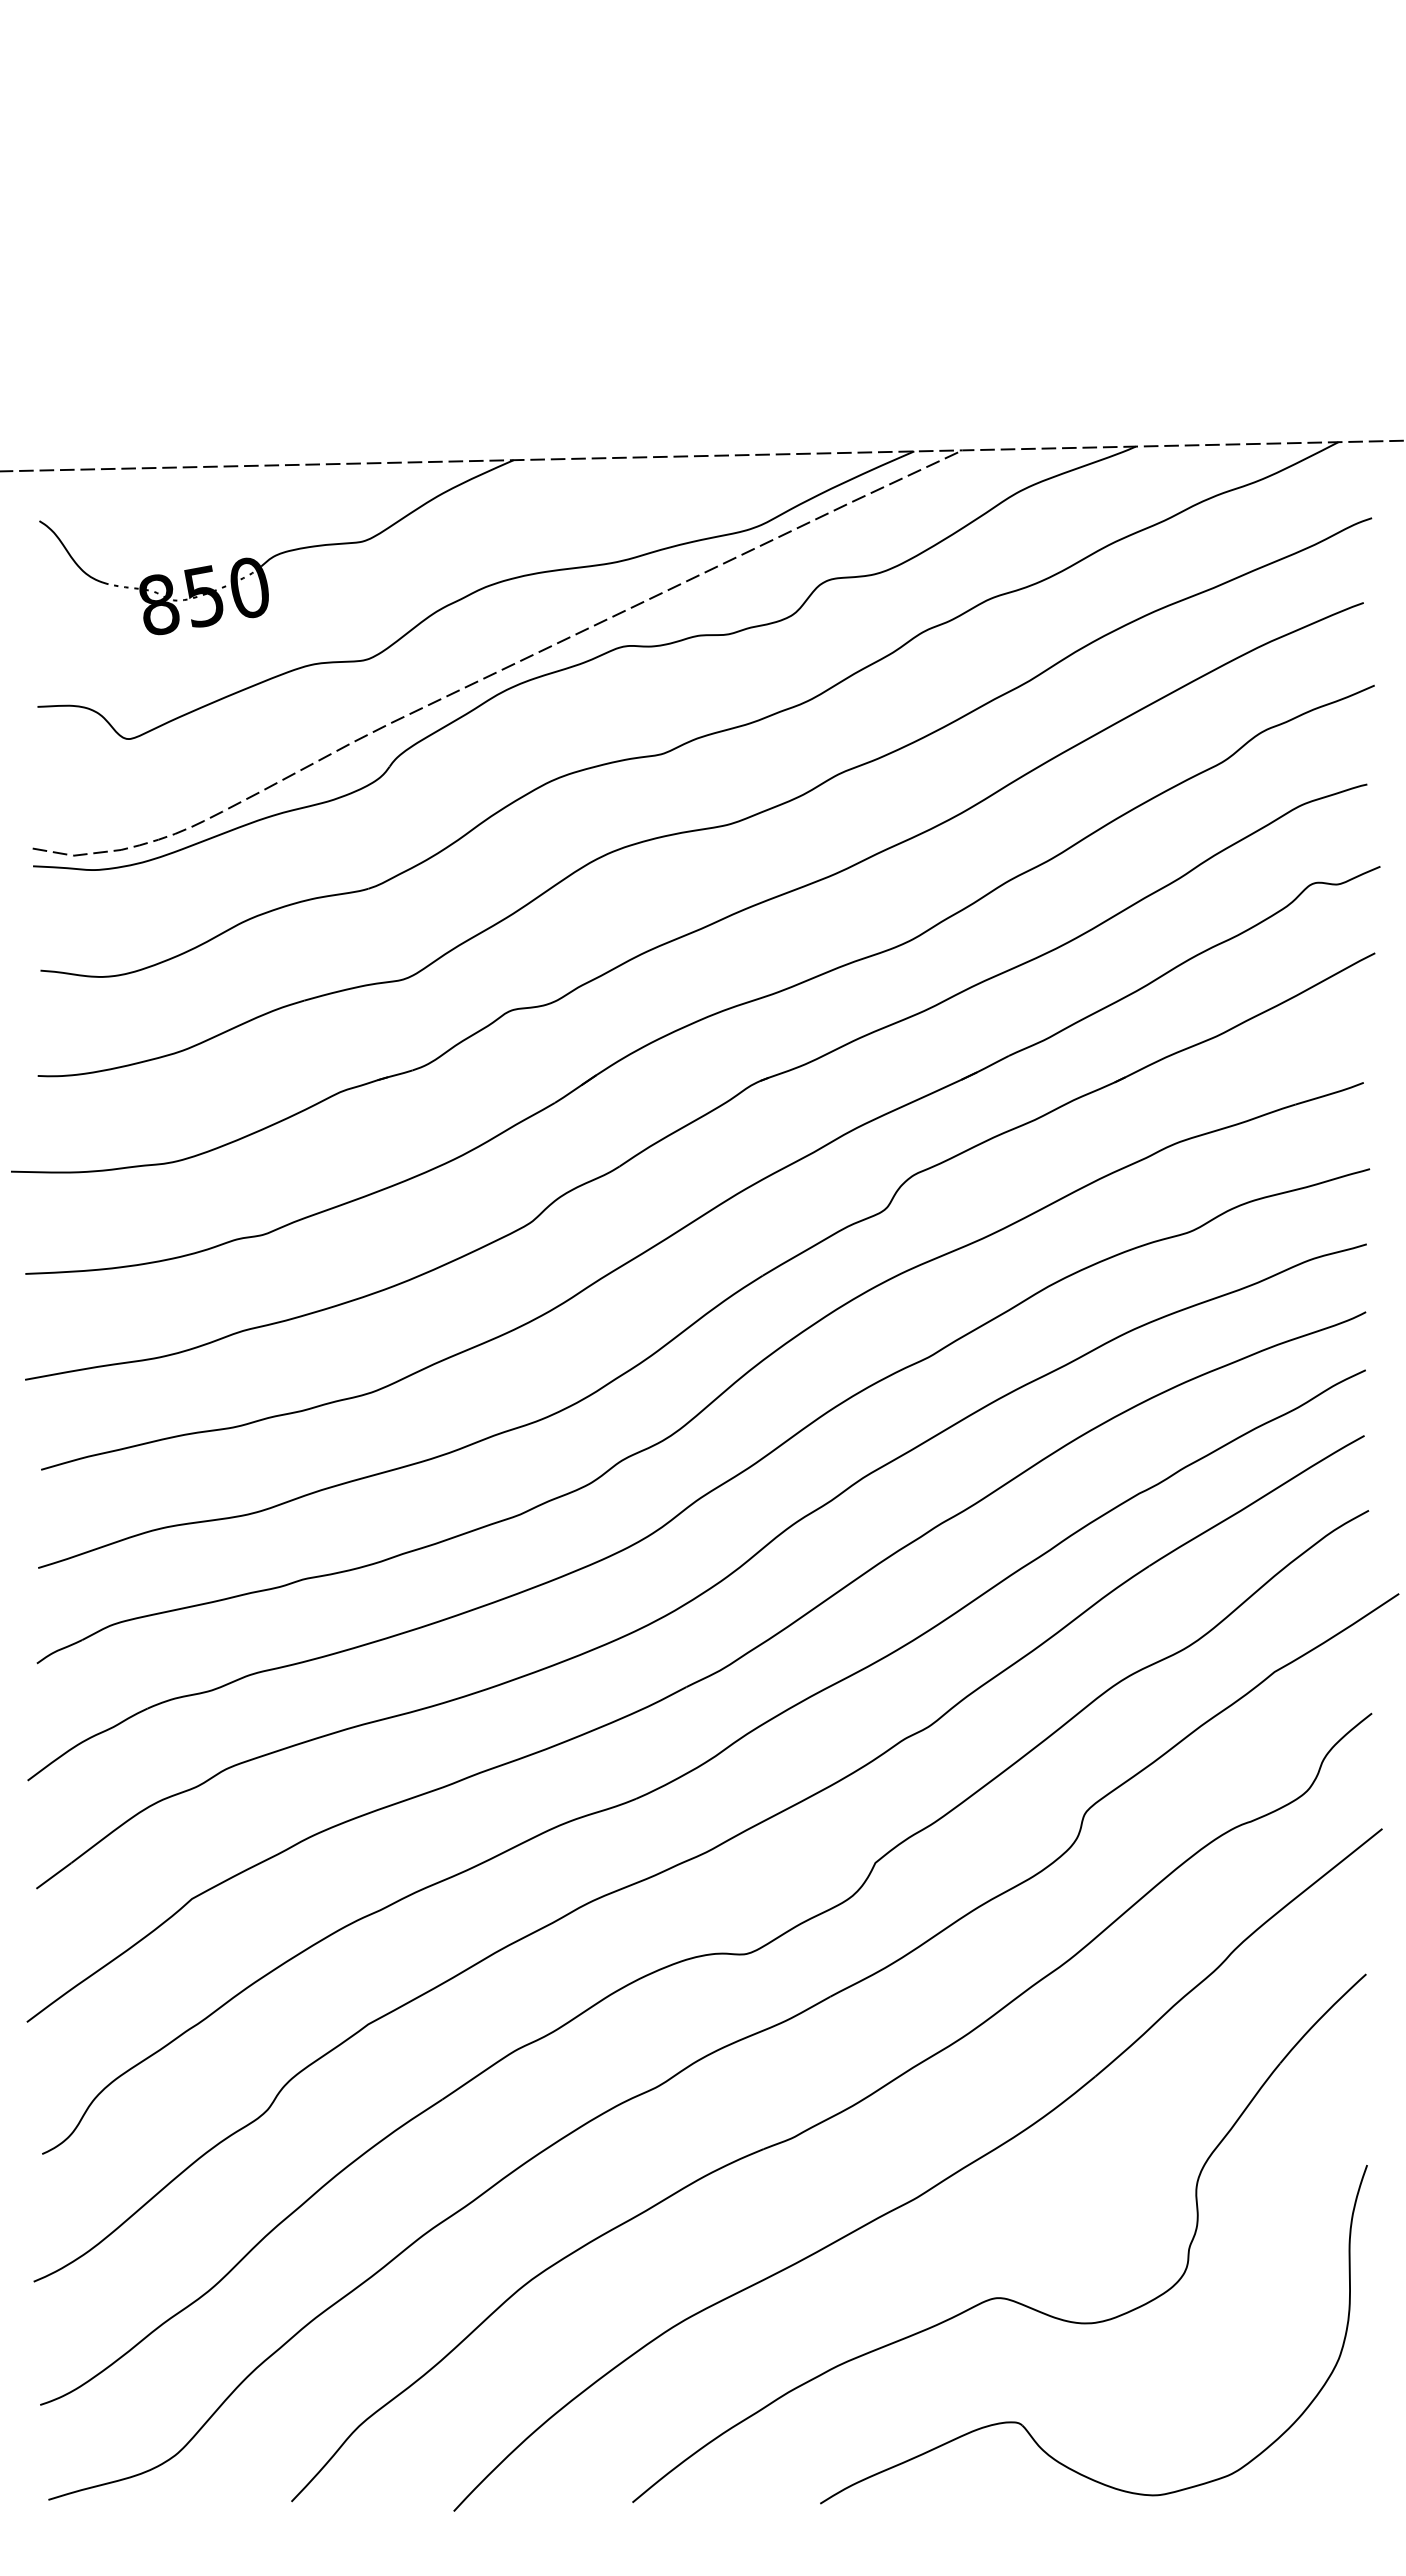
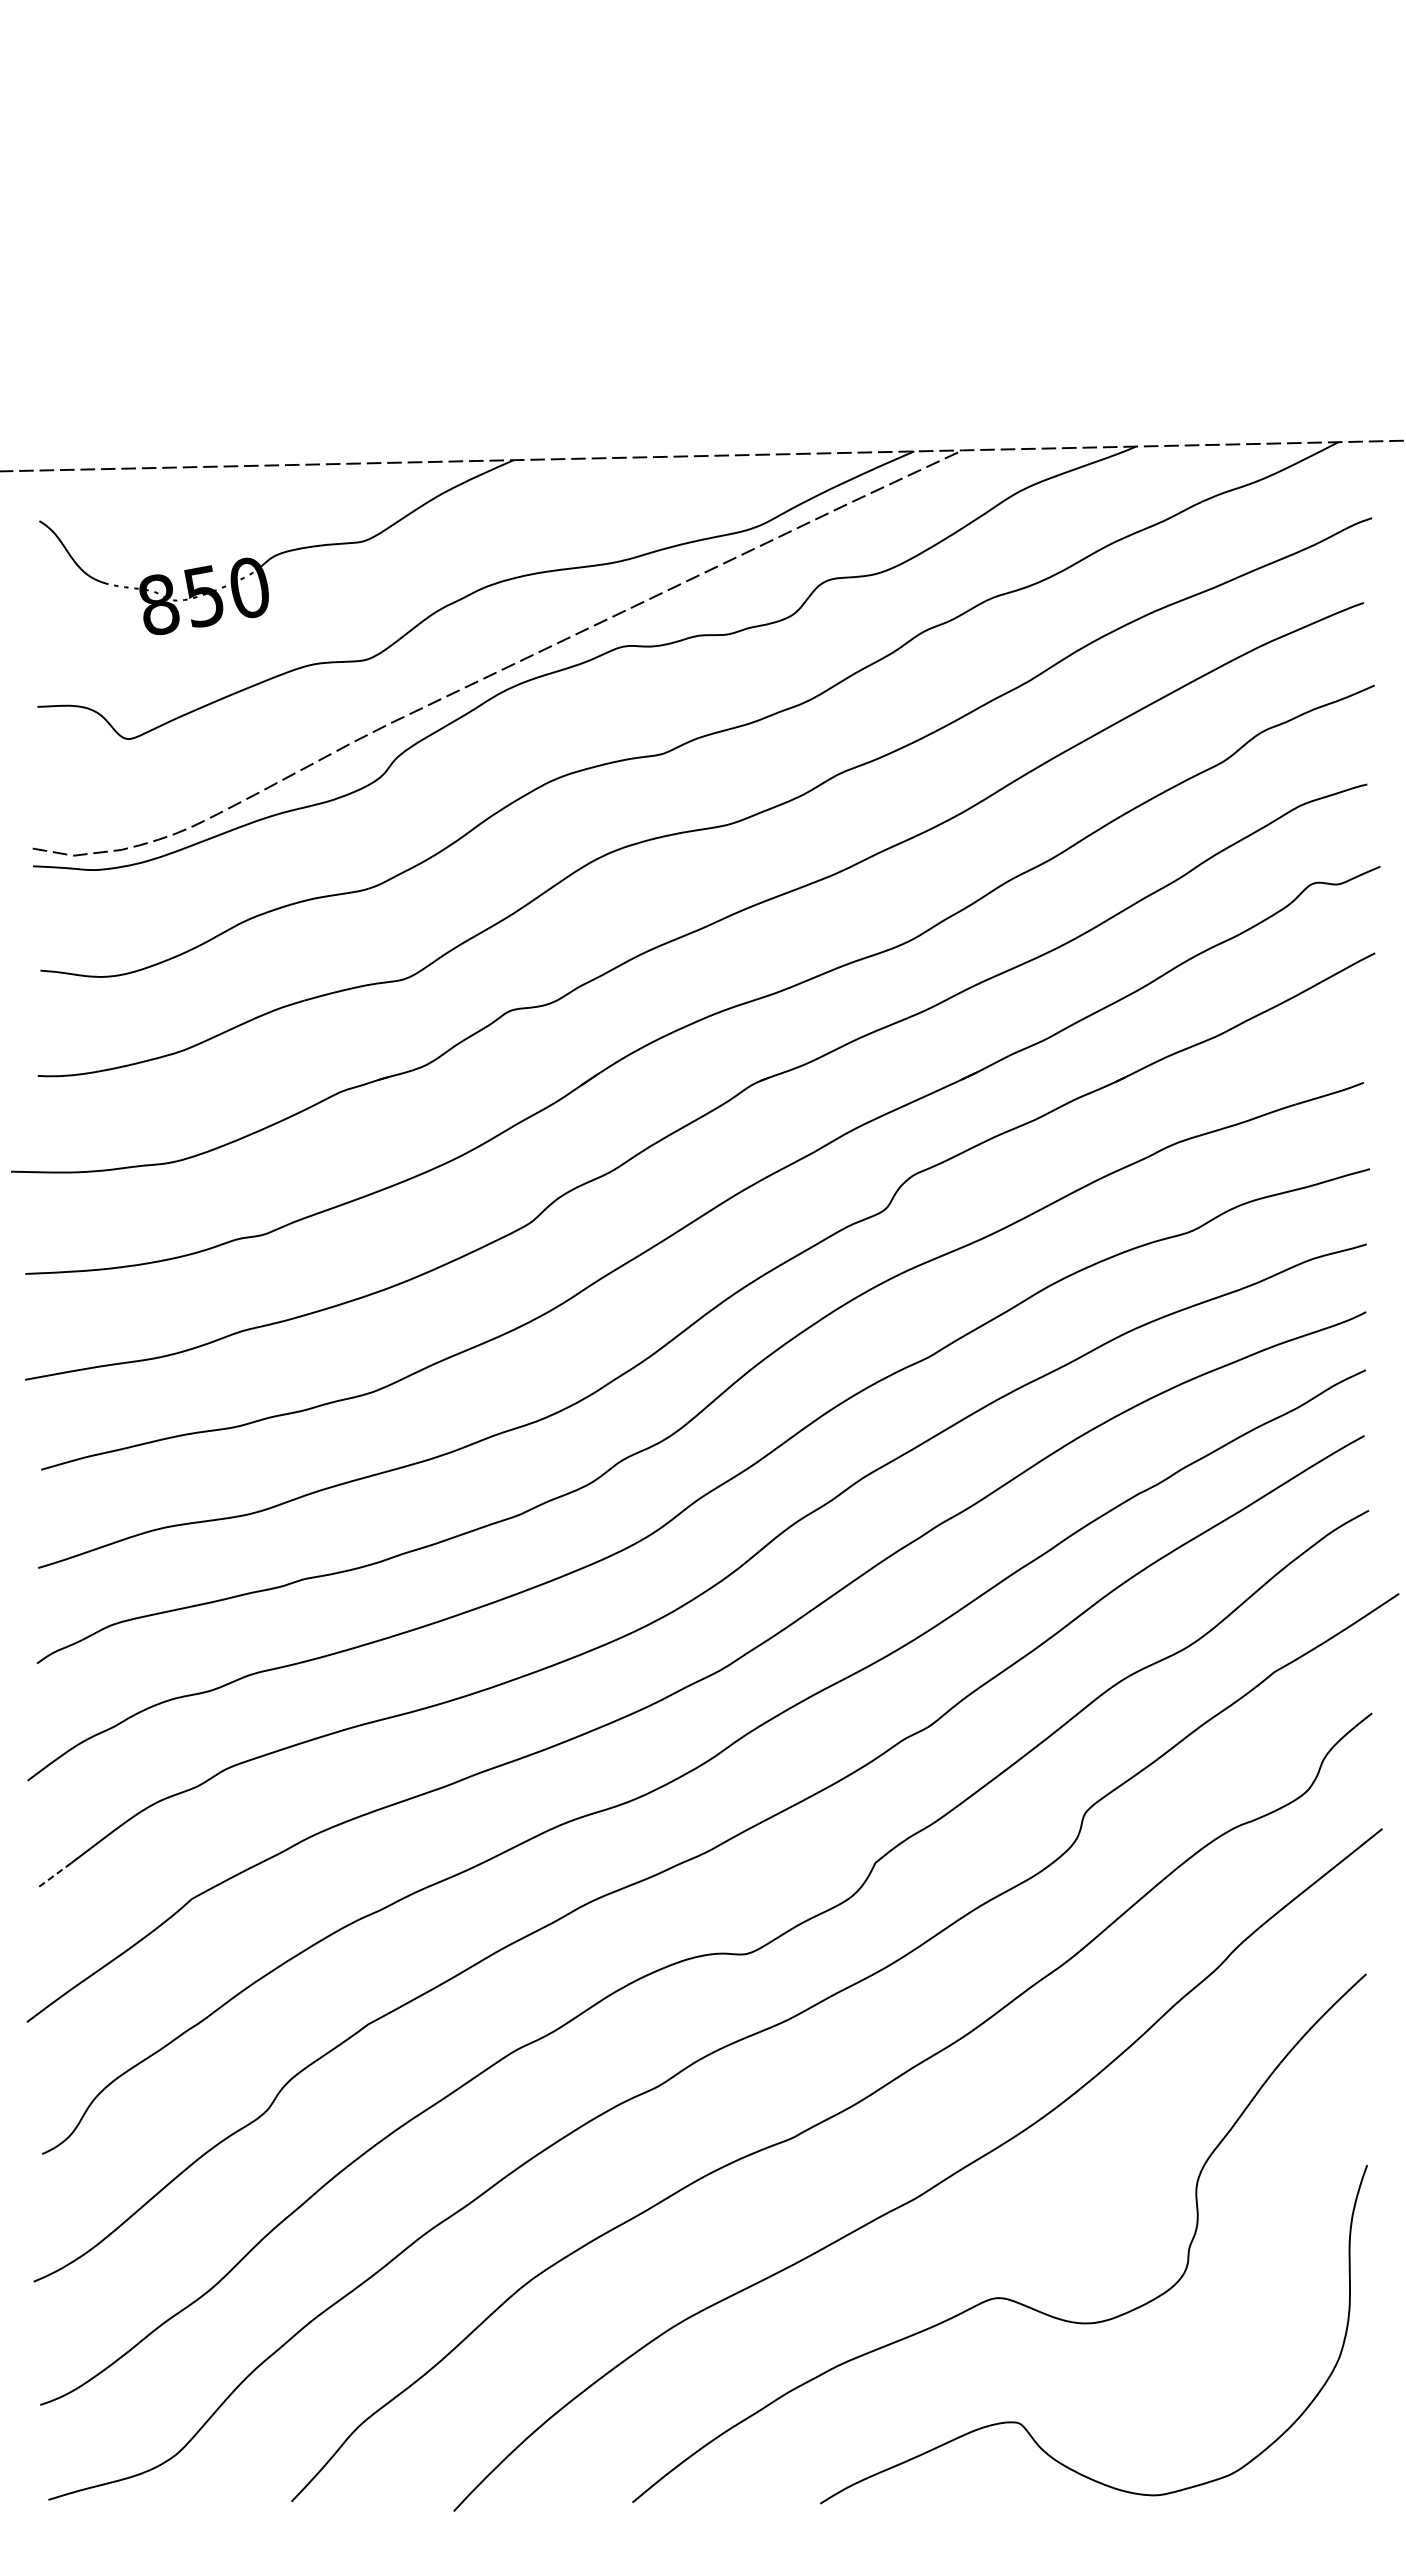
line at (53, 1875): solid -> dashed
